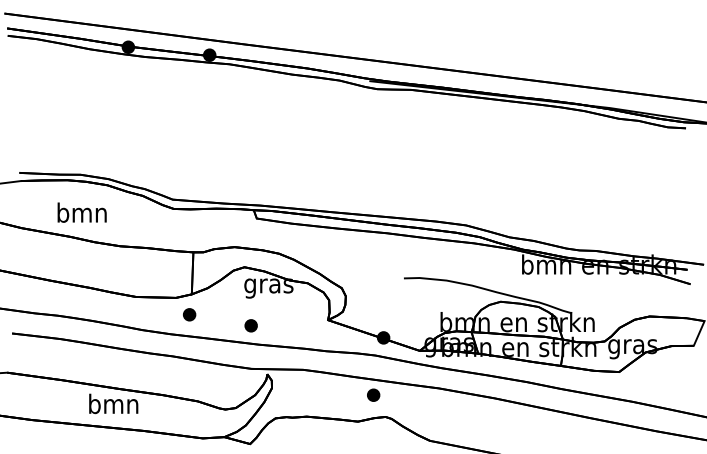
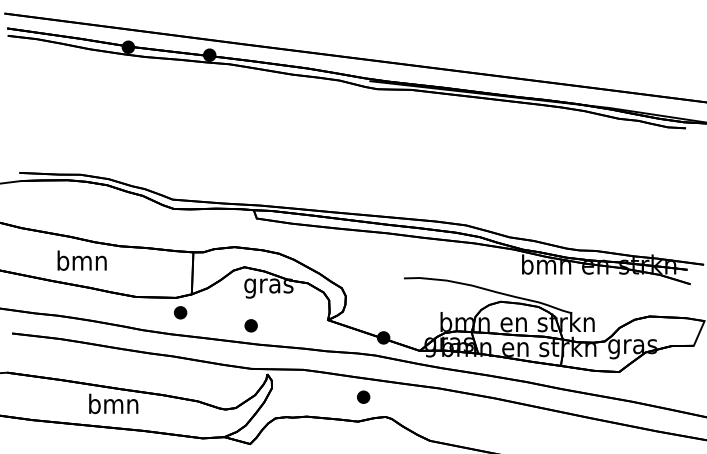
text at (81, 212) position: (81, 212) -> (81, 260)
part at (189, 314) position: (189, 314) -> (180, 312)
part at (373, 394) position: (373, 394) -> (363, 396)
